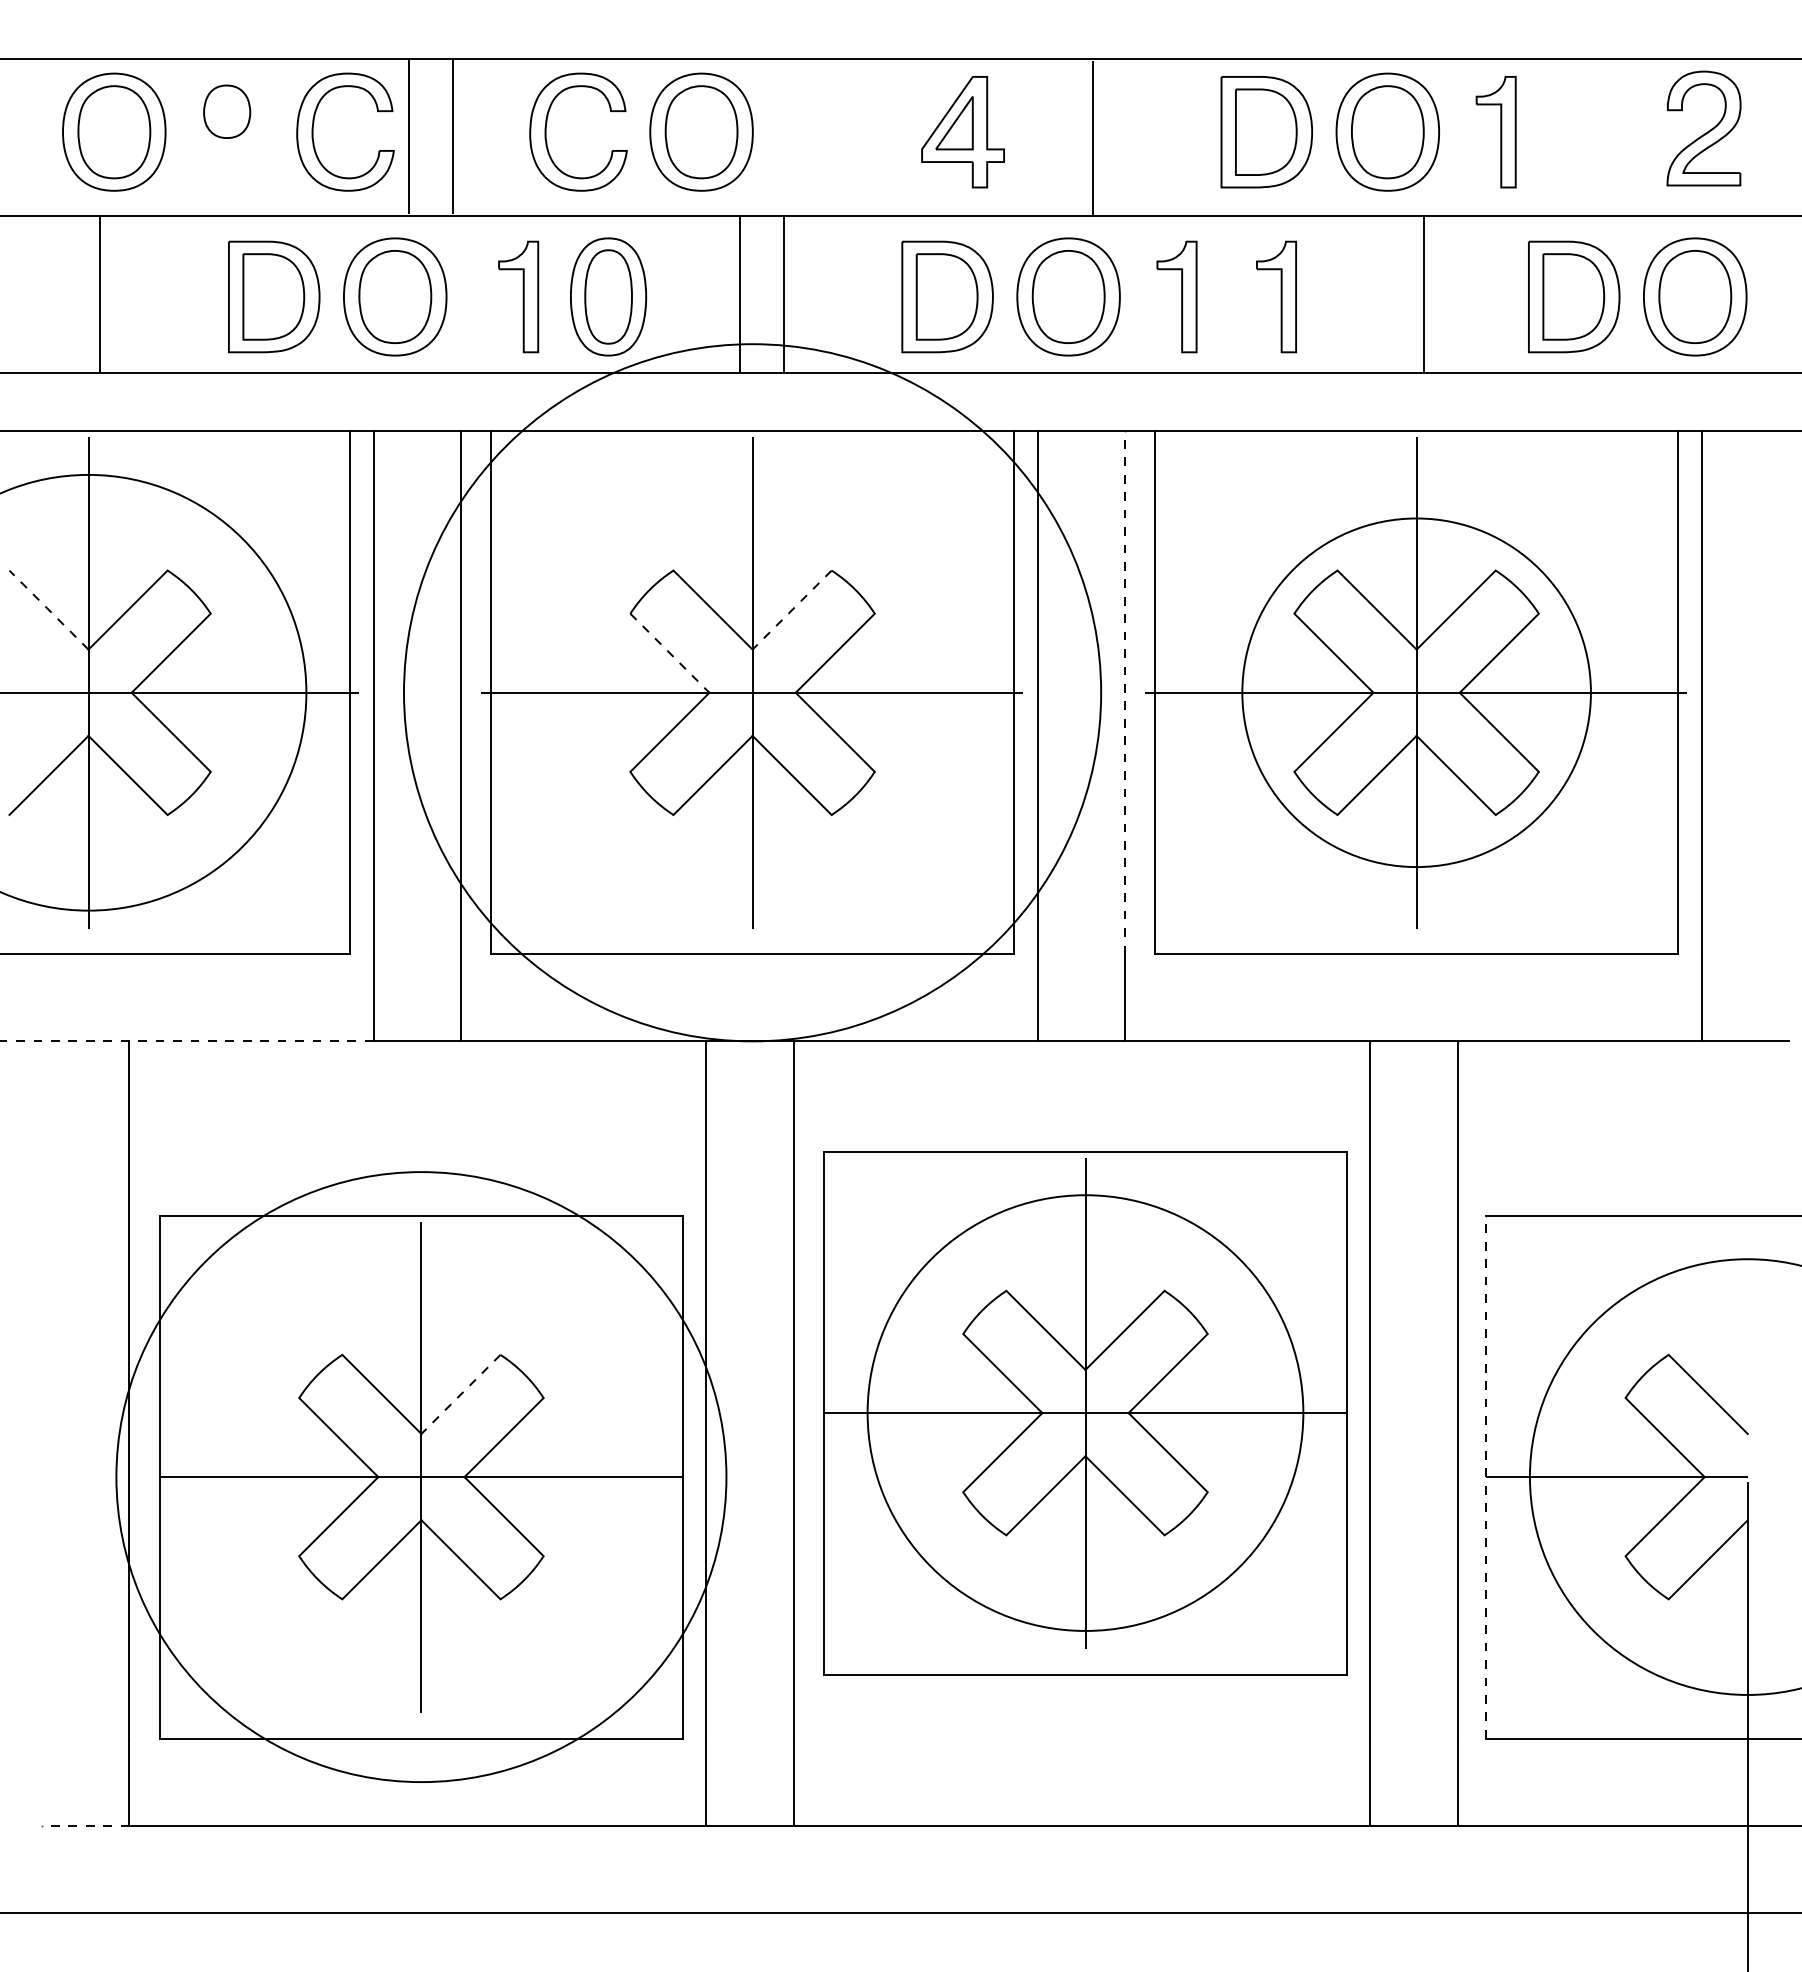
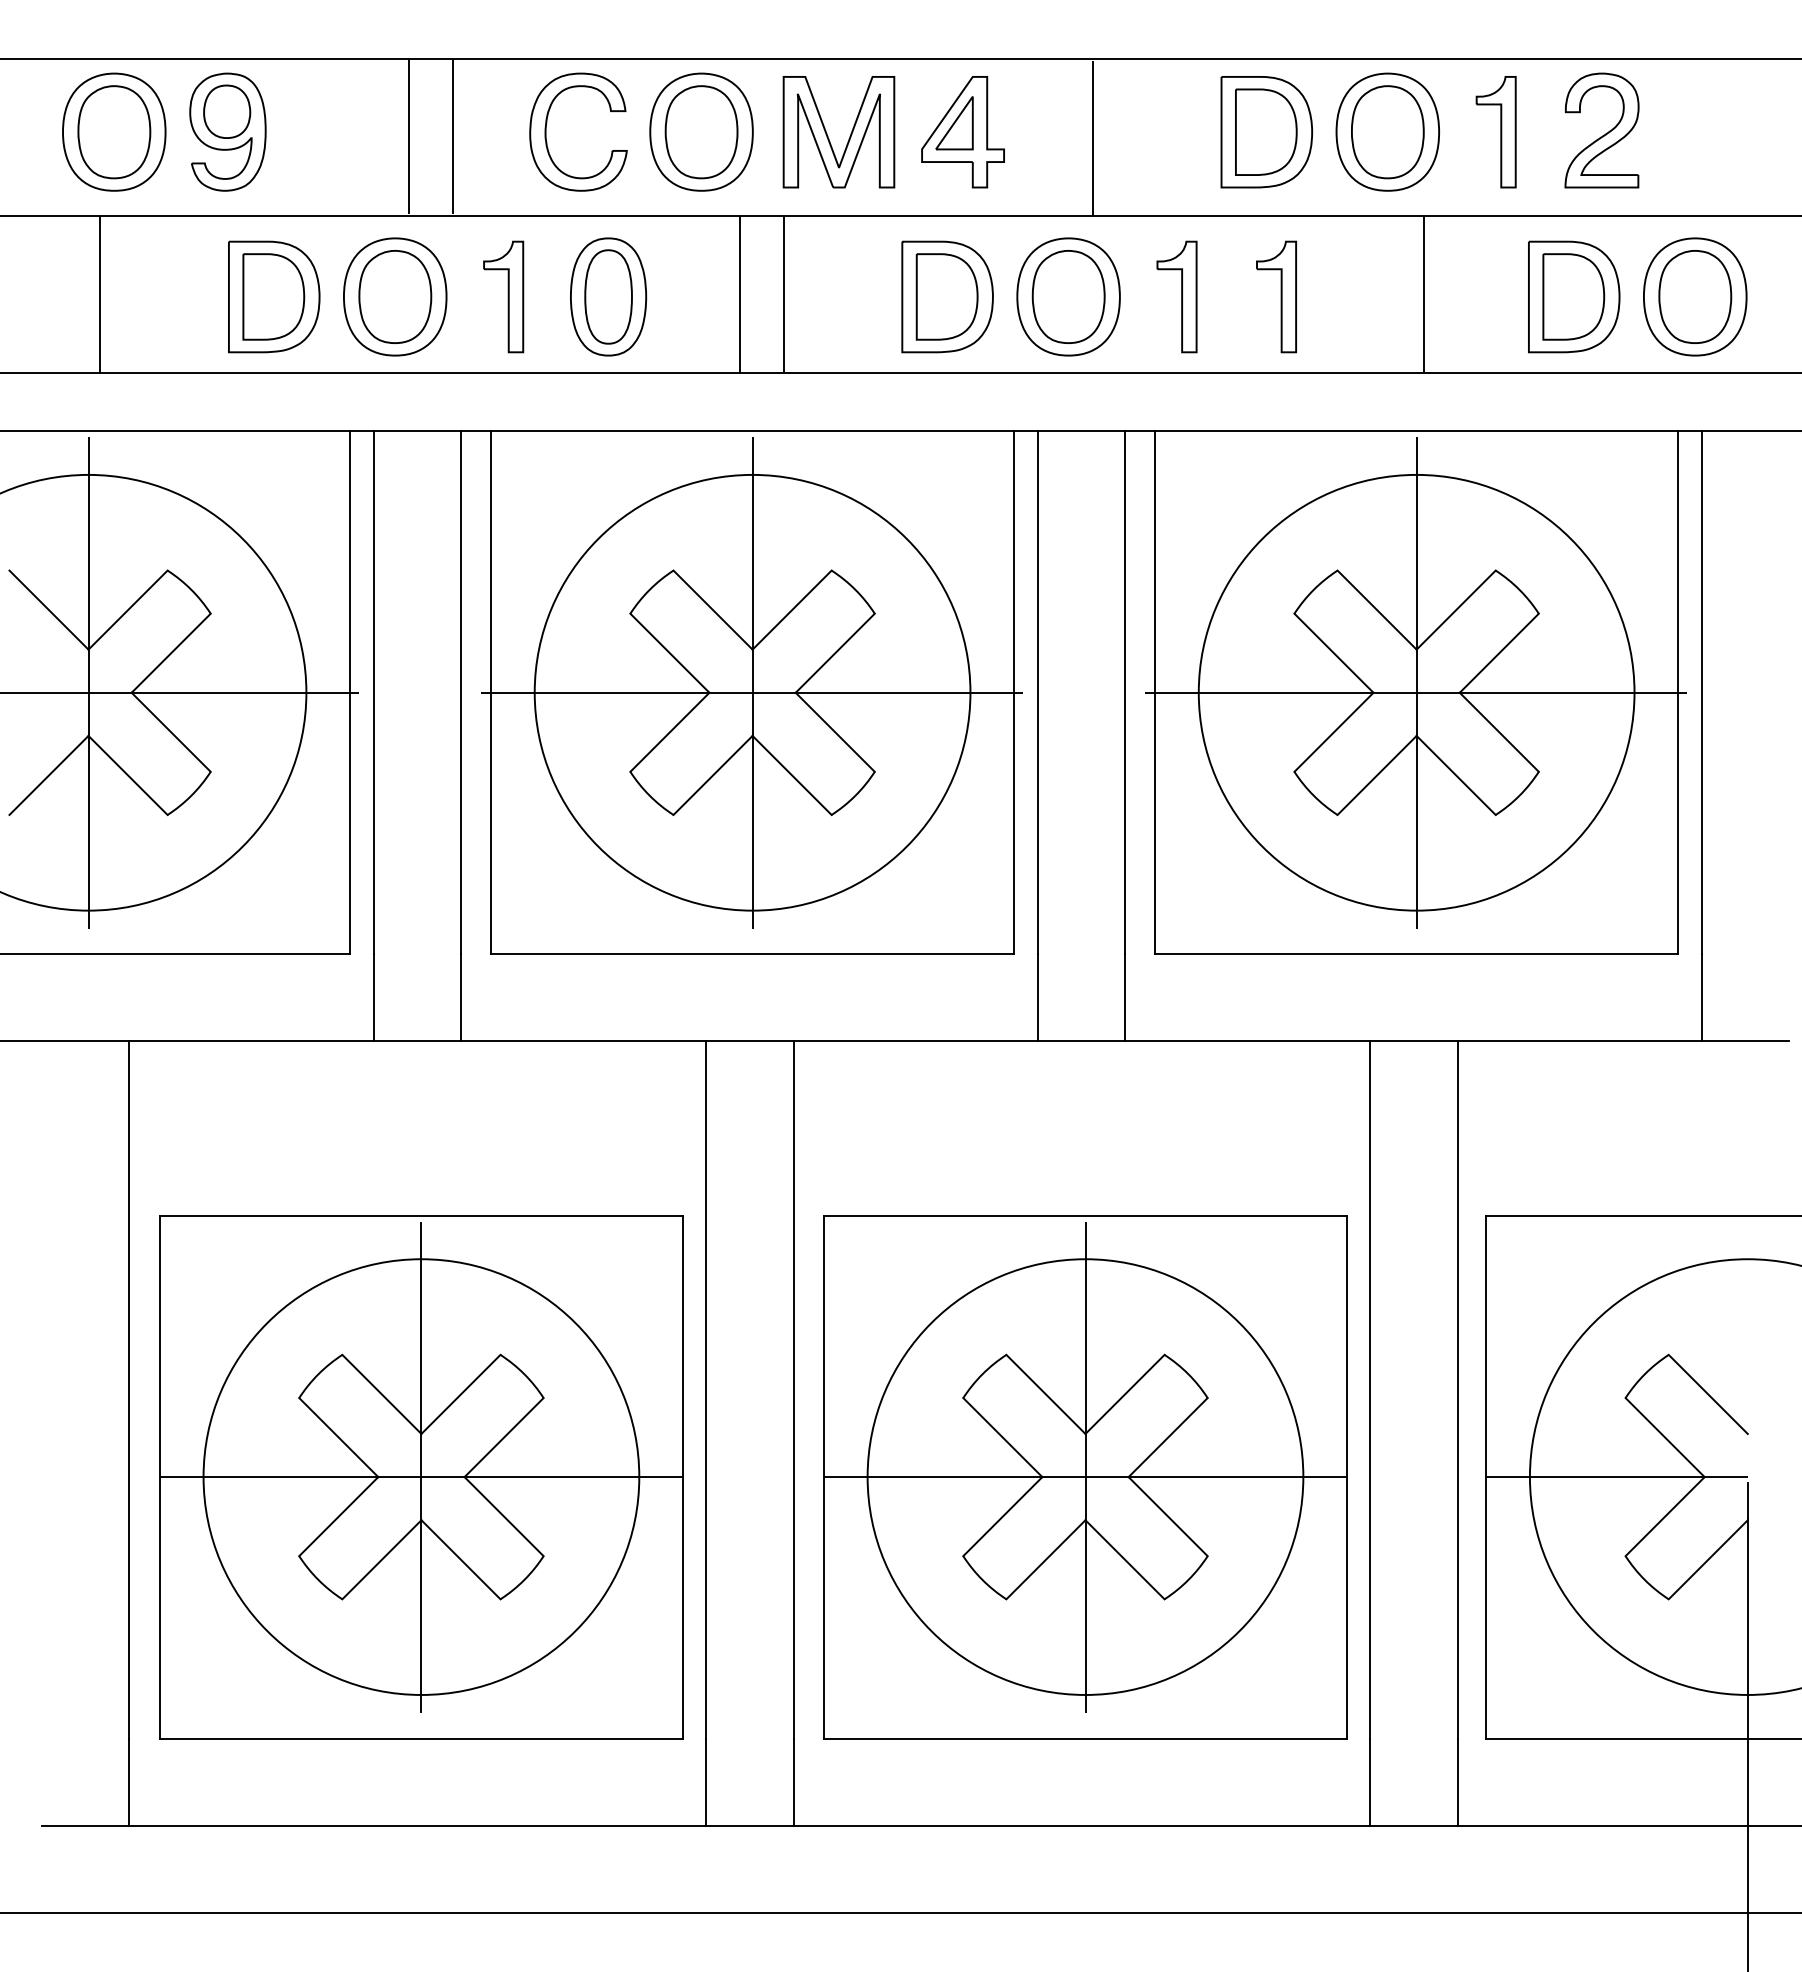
part at (1703, 128) position: (1703, 128) -> (1601, 130)
part at (227, 131): none -> present
part at (313, 131): present -> none
part at (828, 136): none -> present
part at (518, 296) position: (518, 296) -> (503, 296)
line at (49, 610): dashed -> solid
line at (792, 610): dashed -> solid
line at (669, 653): dashed -> solid
circle at (752, 692) diameter: 697 px -> 436 px
line at (1124, 692): dashed -> solid
circle at (1416, 692) diameter: 349 px -> 436 px
line at (186, 1041): dashed -> solid
line at (460, 1394): dashed -> solid
part at (1085, 1413) position: (1085, 1413) -> (1085, 1477)
line at (1486, 1476): dashed -> solid
circle at (421, 1477) diameter: 610 px -> 436 px
line at (85, 1825): dashed -> solid
